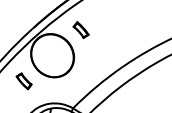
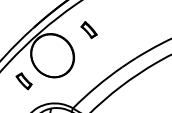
part at (80, 29) position: (80, 29) -> (88, 29)
